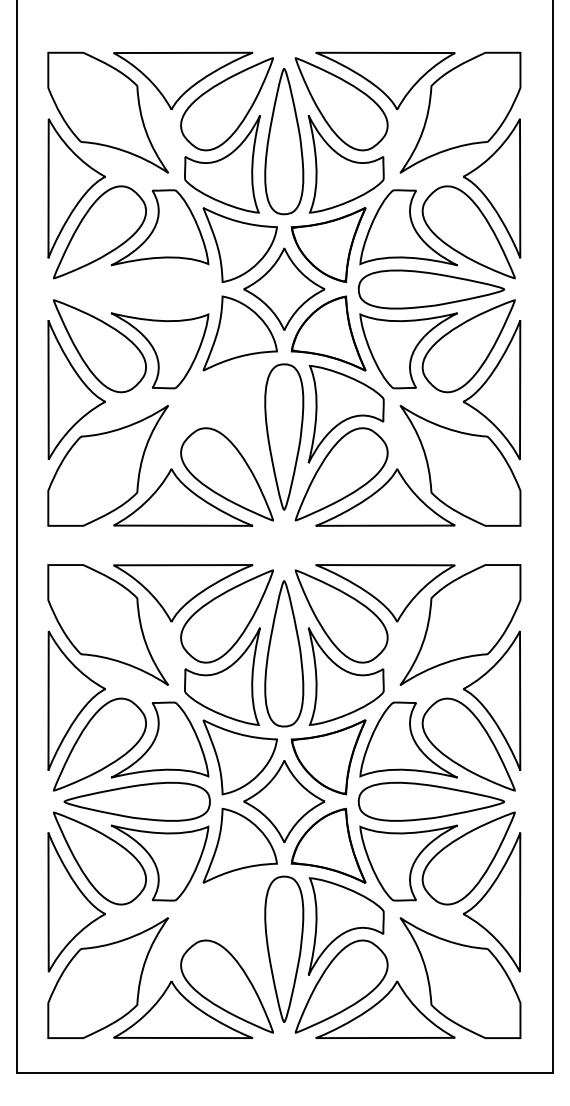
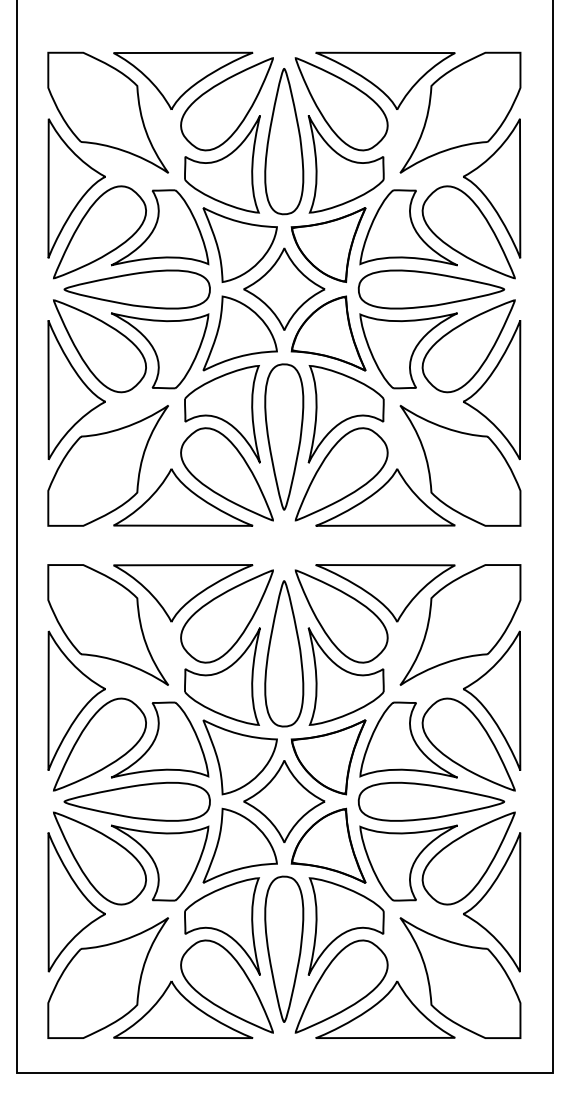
part at (136, 289): none -> present
part at (222, 414): none -> present
part at (222, 926): none -> present
